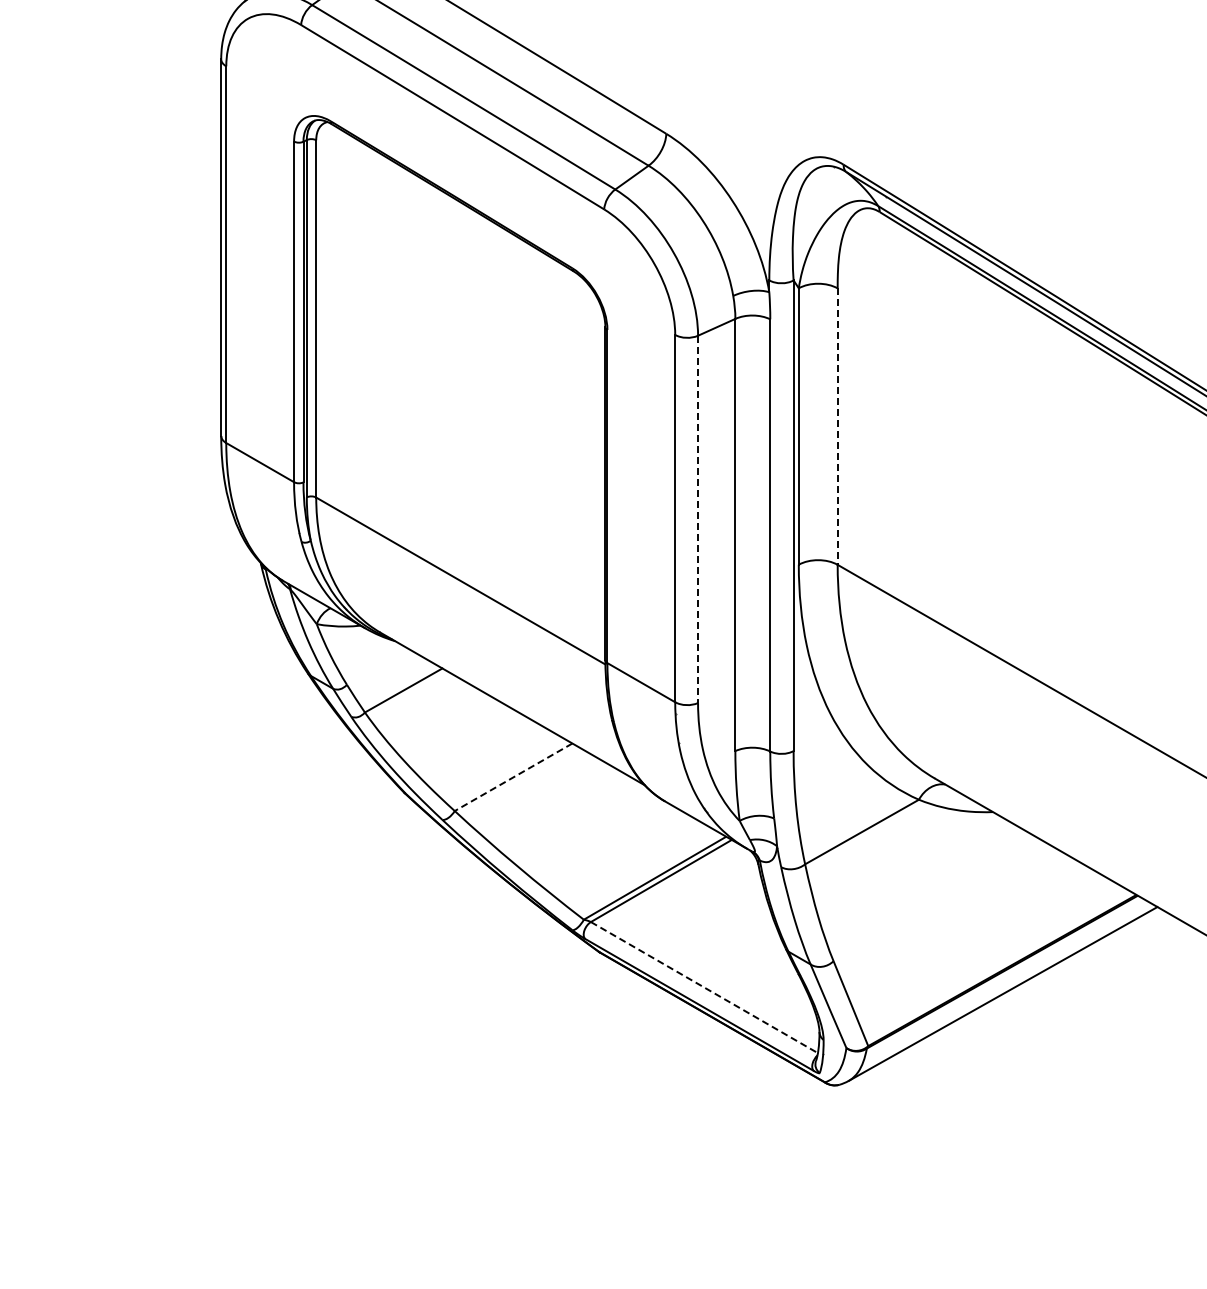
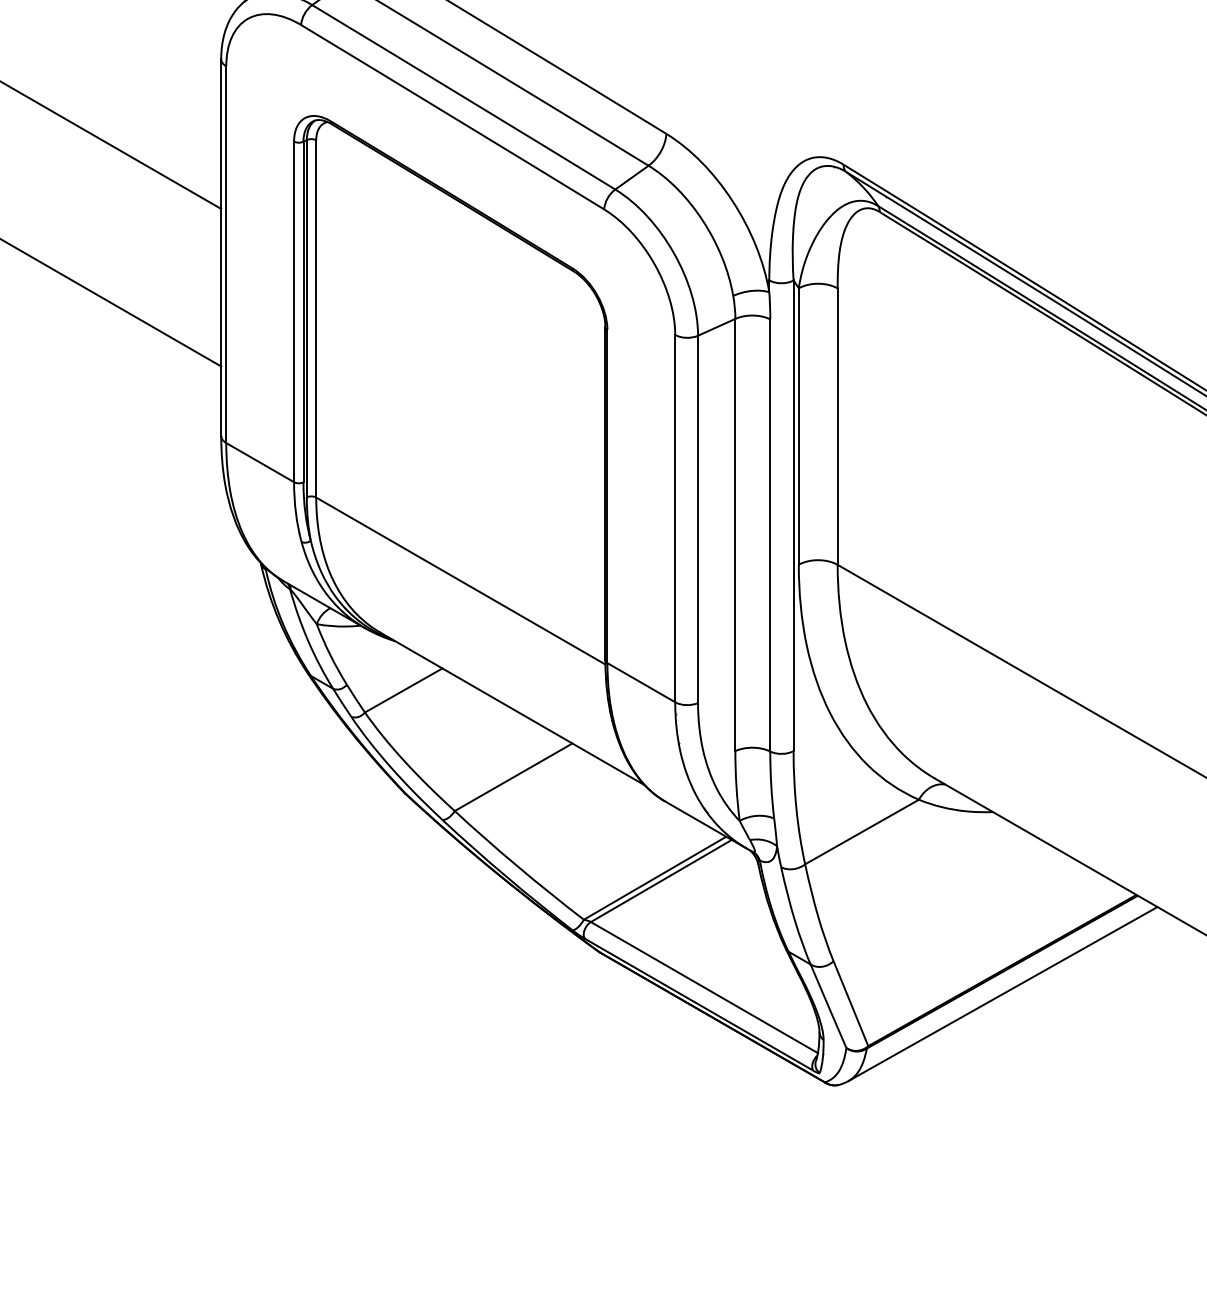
line at (111, 145): none -> present
line at (111, 302): none -> present
line at (837, 427): dashed -> solid
line at (698, 519): dashed -> solid
line at (513, 777): dashed -> solid
line at (704, 987): dashed -> solid
